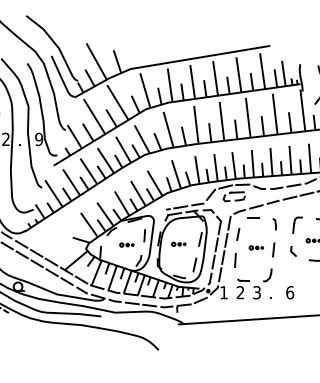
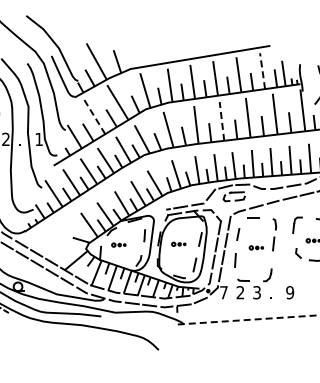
line at (262, 70): solid -> dashed
line at (94, 116): solid -> dashed
line at (221, 121): solid -> dashed
text at (39, 139): 9 -> 1
part at (126, 244) position: (126, 244) -> (118, 244)
line at (273, 249) position: (273, 249) -> (273, 243)
line at (292, 251) position: (292, 251) -> (297, 253)
text at (223, 292): 1 -> 7
text at (290, 292): 6 -> 9
line at (249, 319): solid -> dashed
